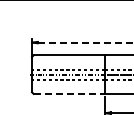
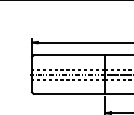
line at (85, 42): dashed -> solid
line at (69, 93): dashed -> solid
